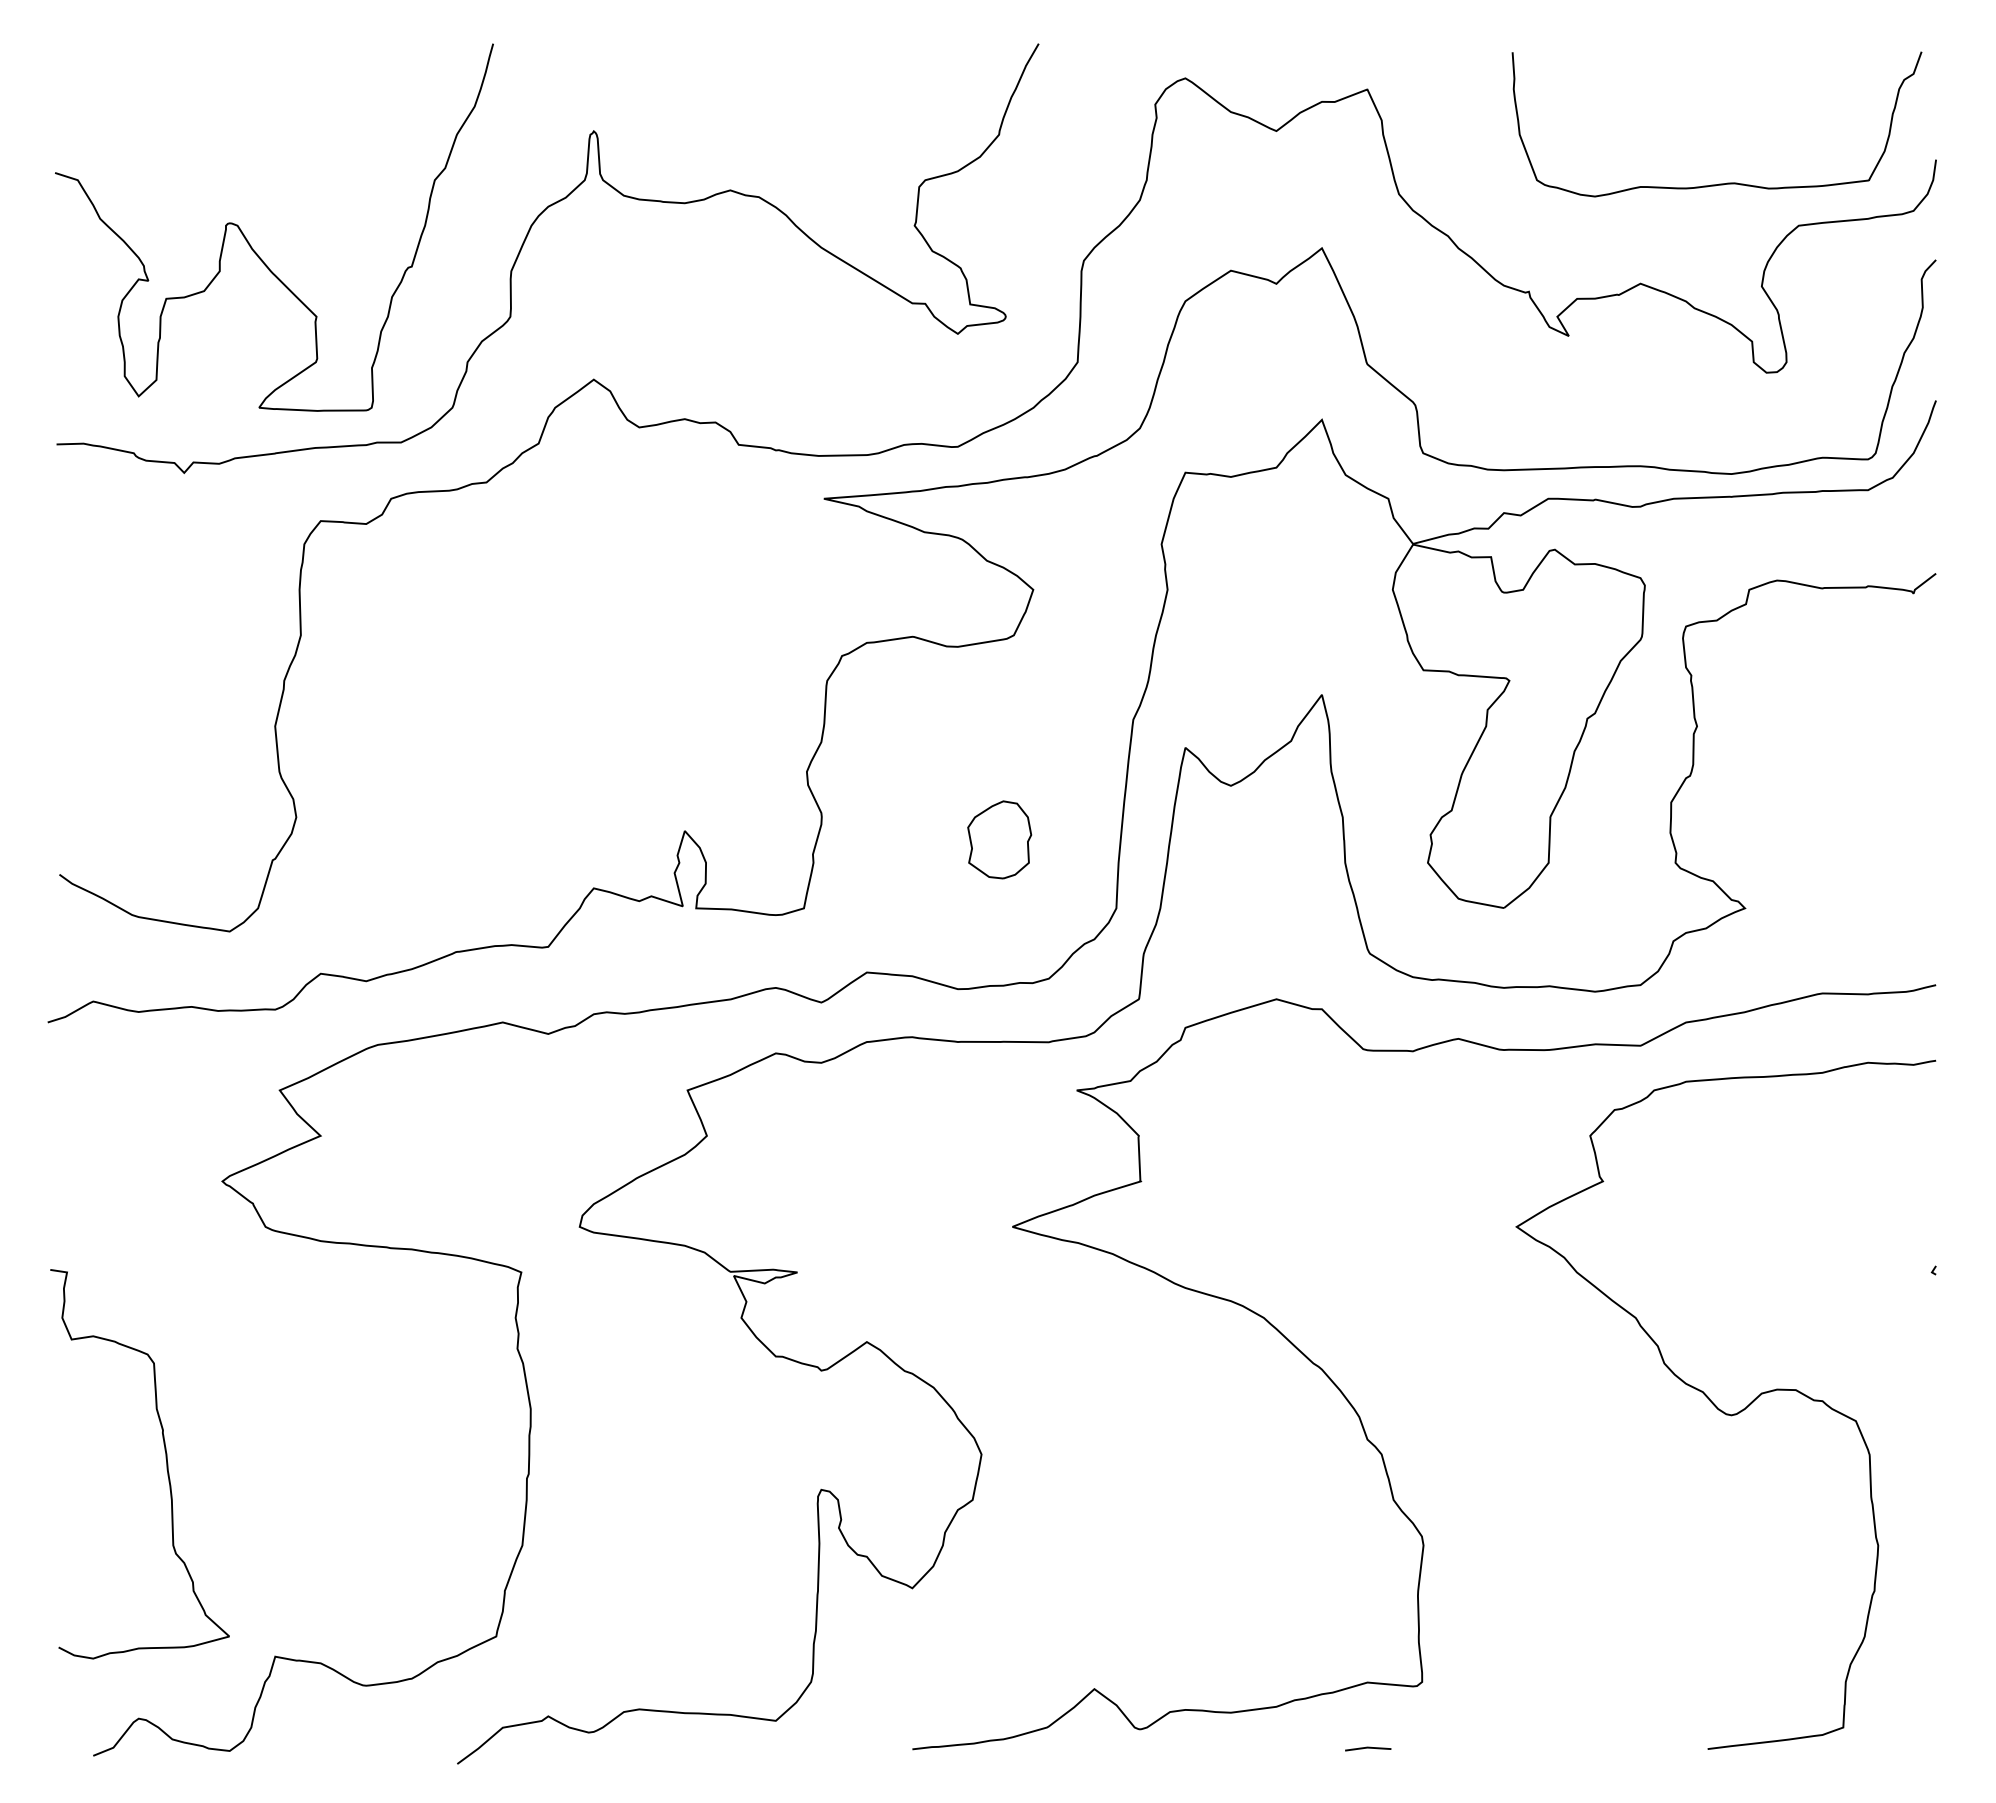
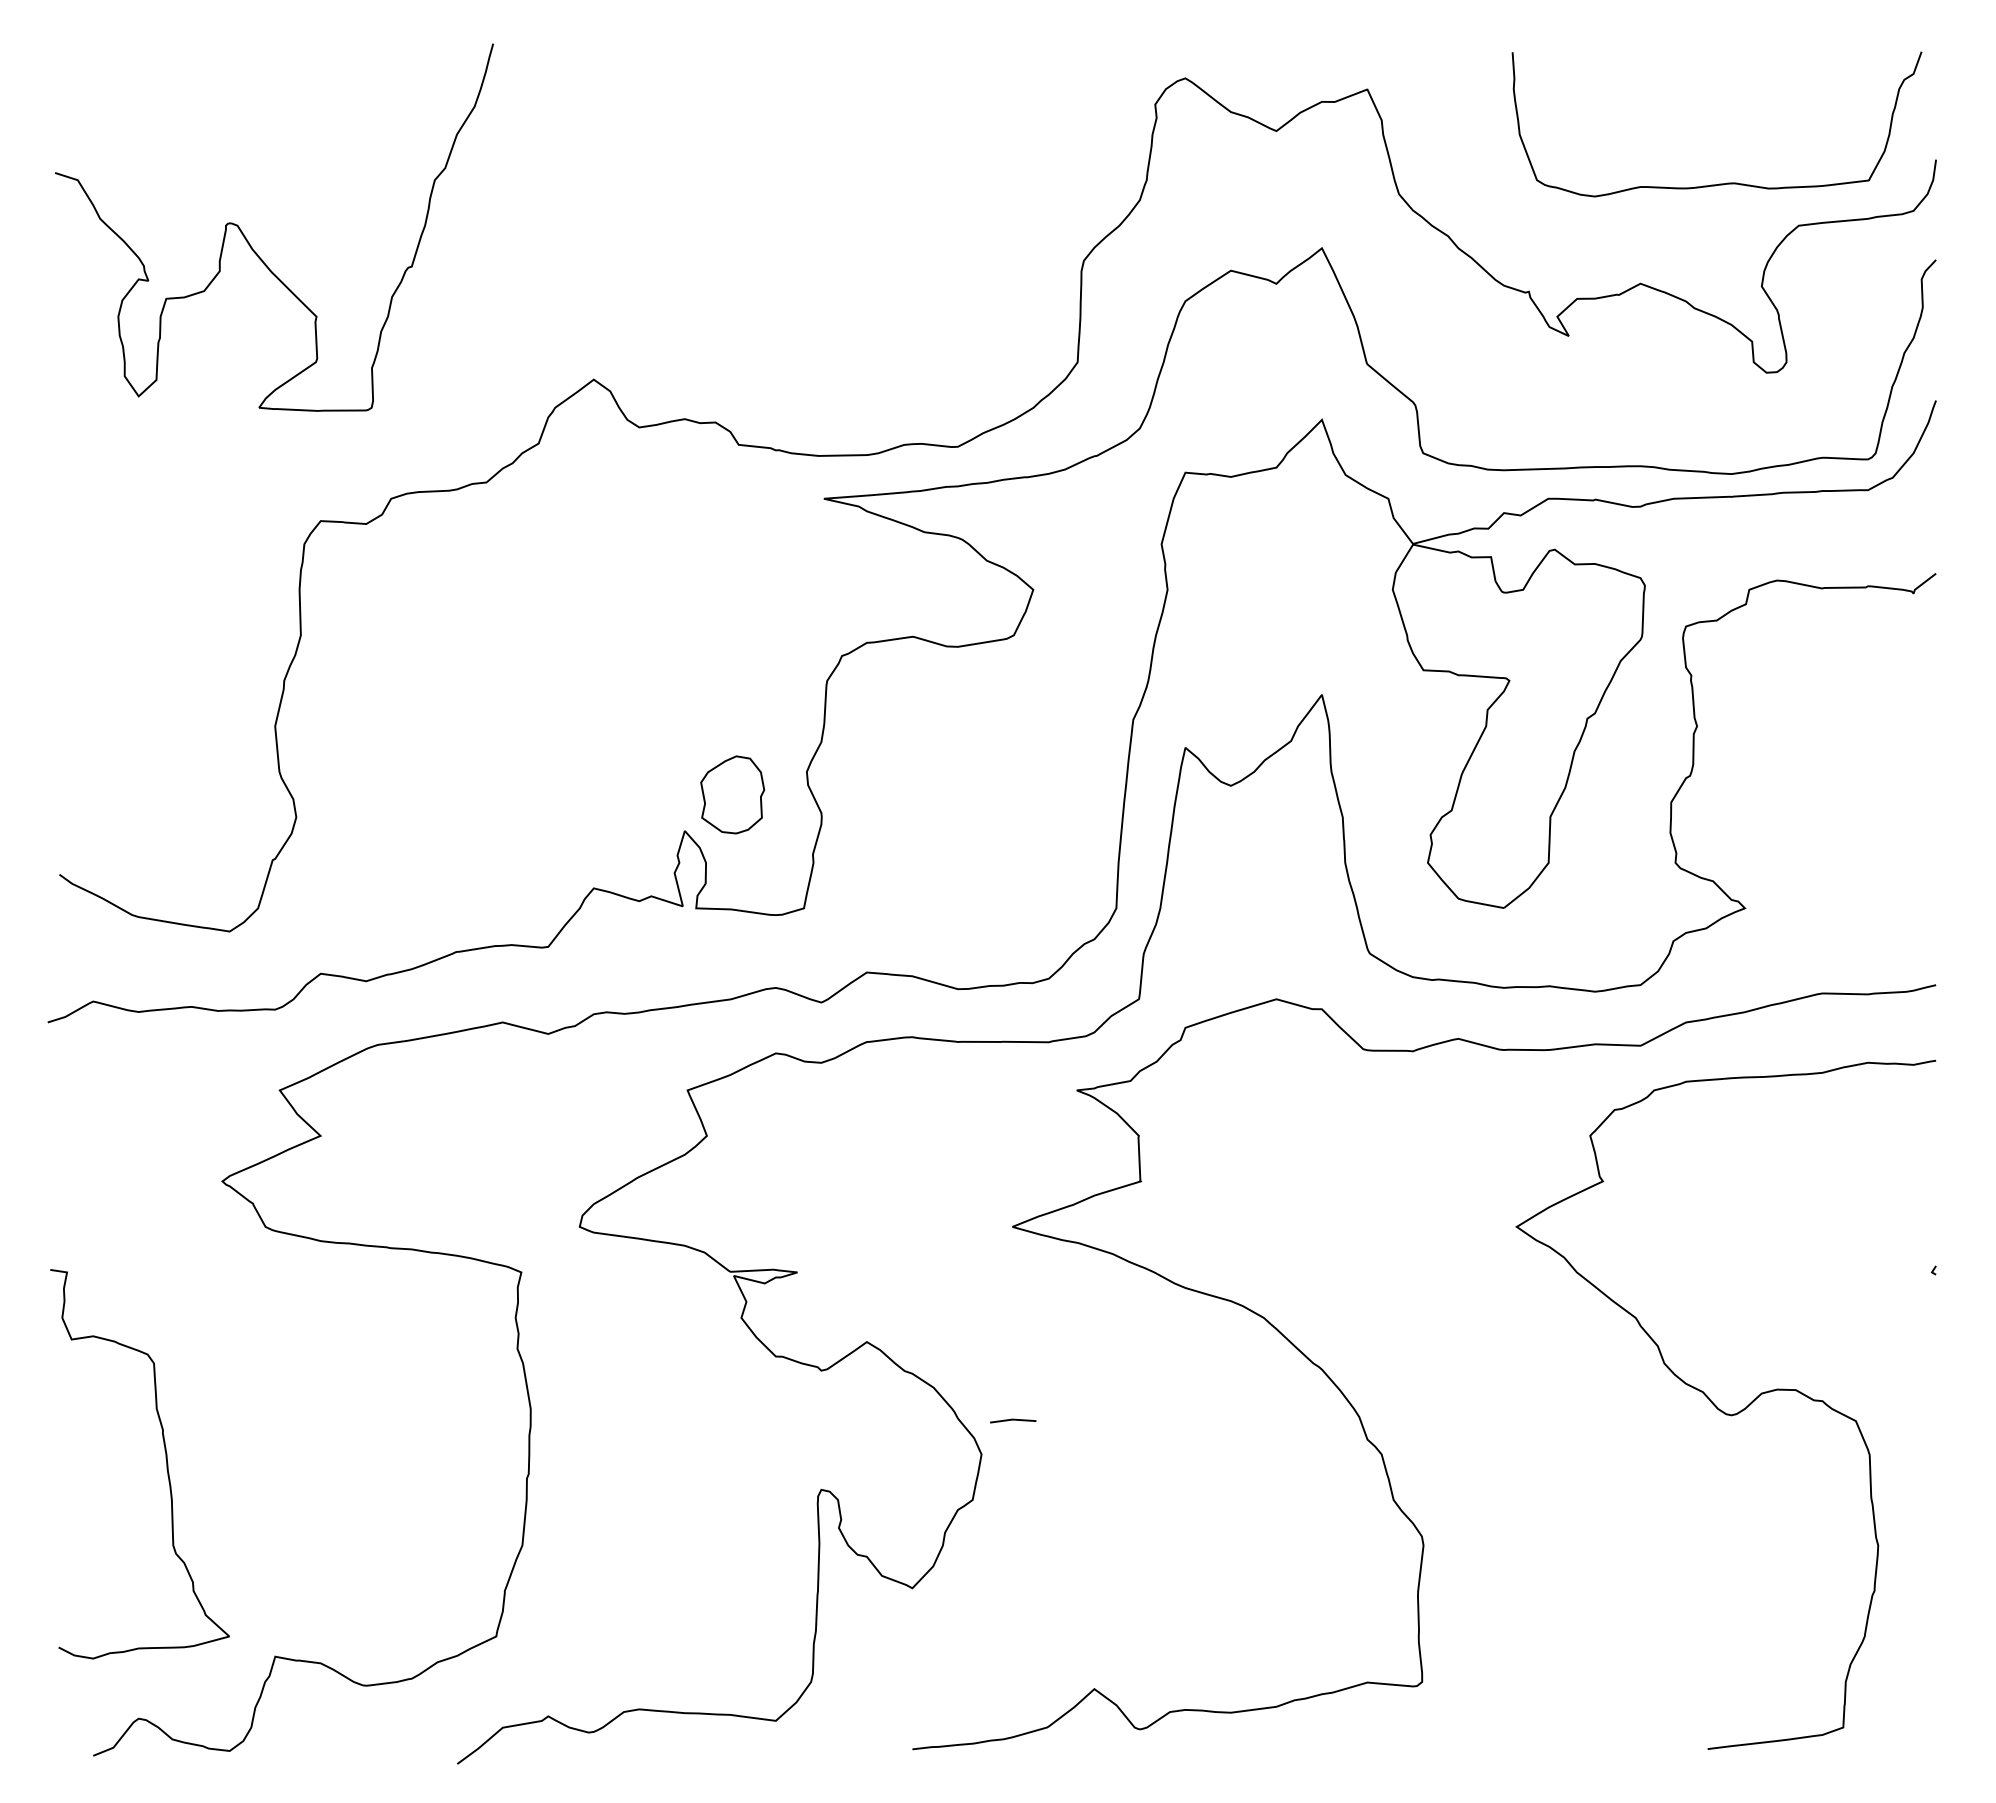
curve at (523, 246): present -> none
part at (999, 839) position: (999, 839) -> (732, 794)
line at (1368, 1748) position: (1368, 1748) -> (1013, 1420)
